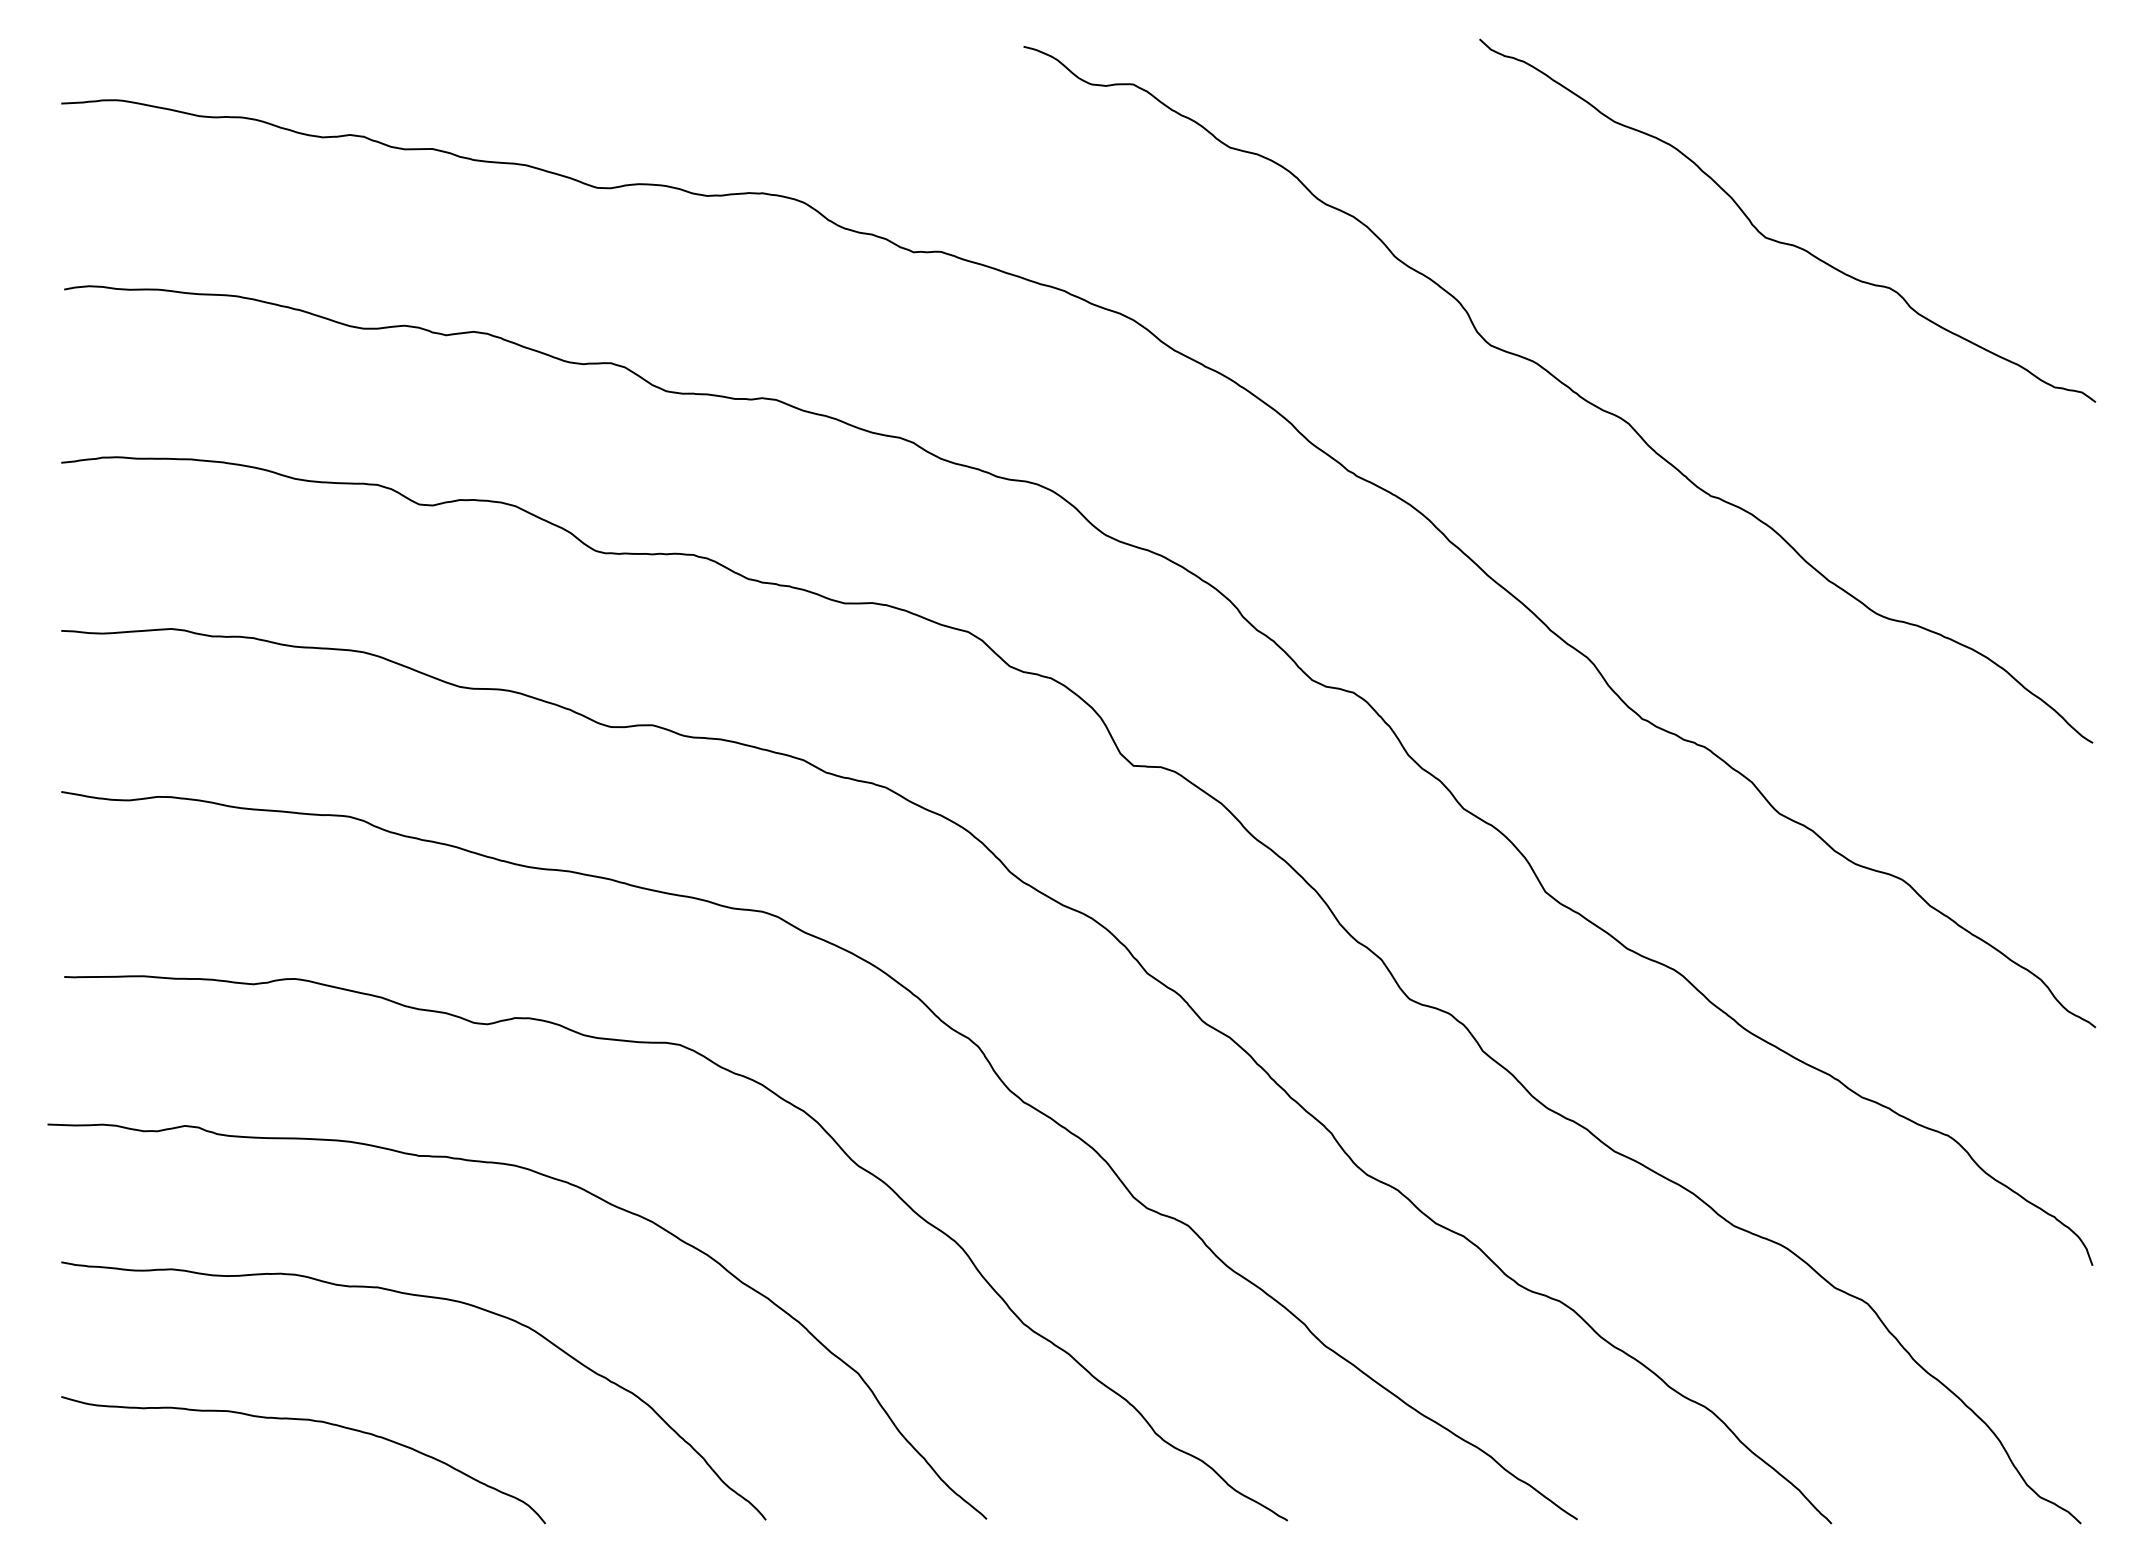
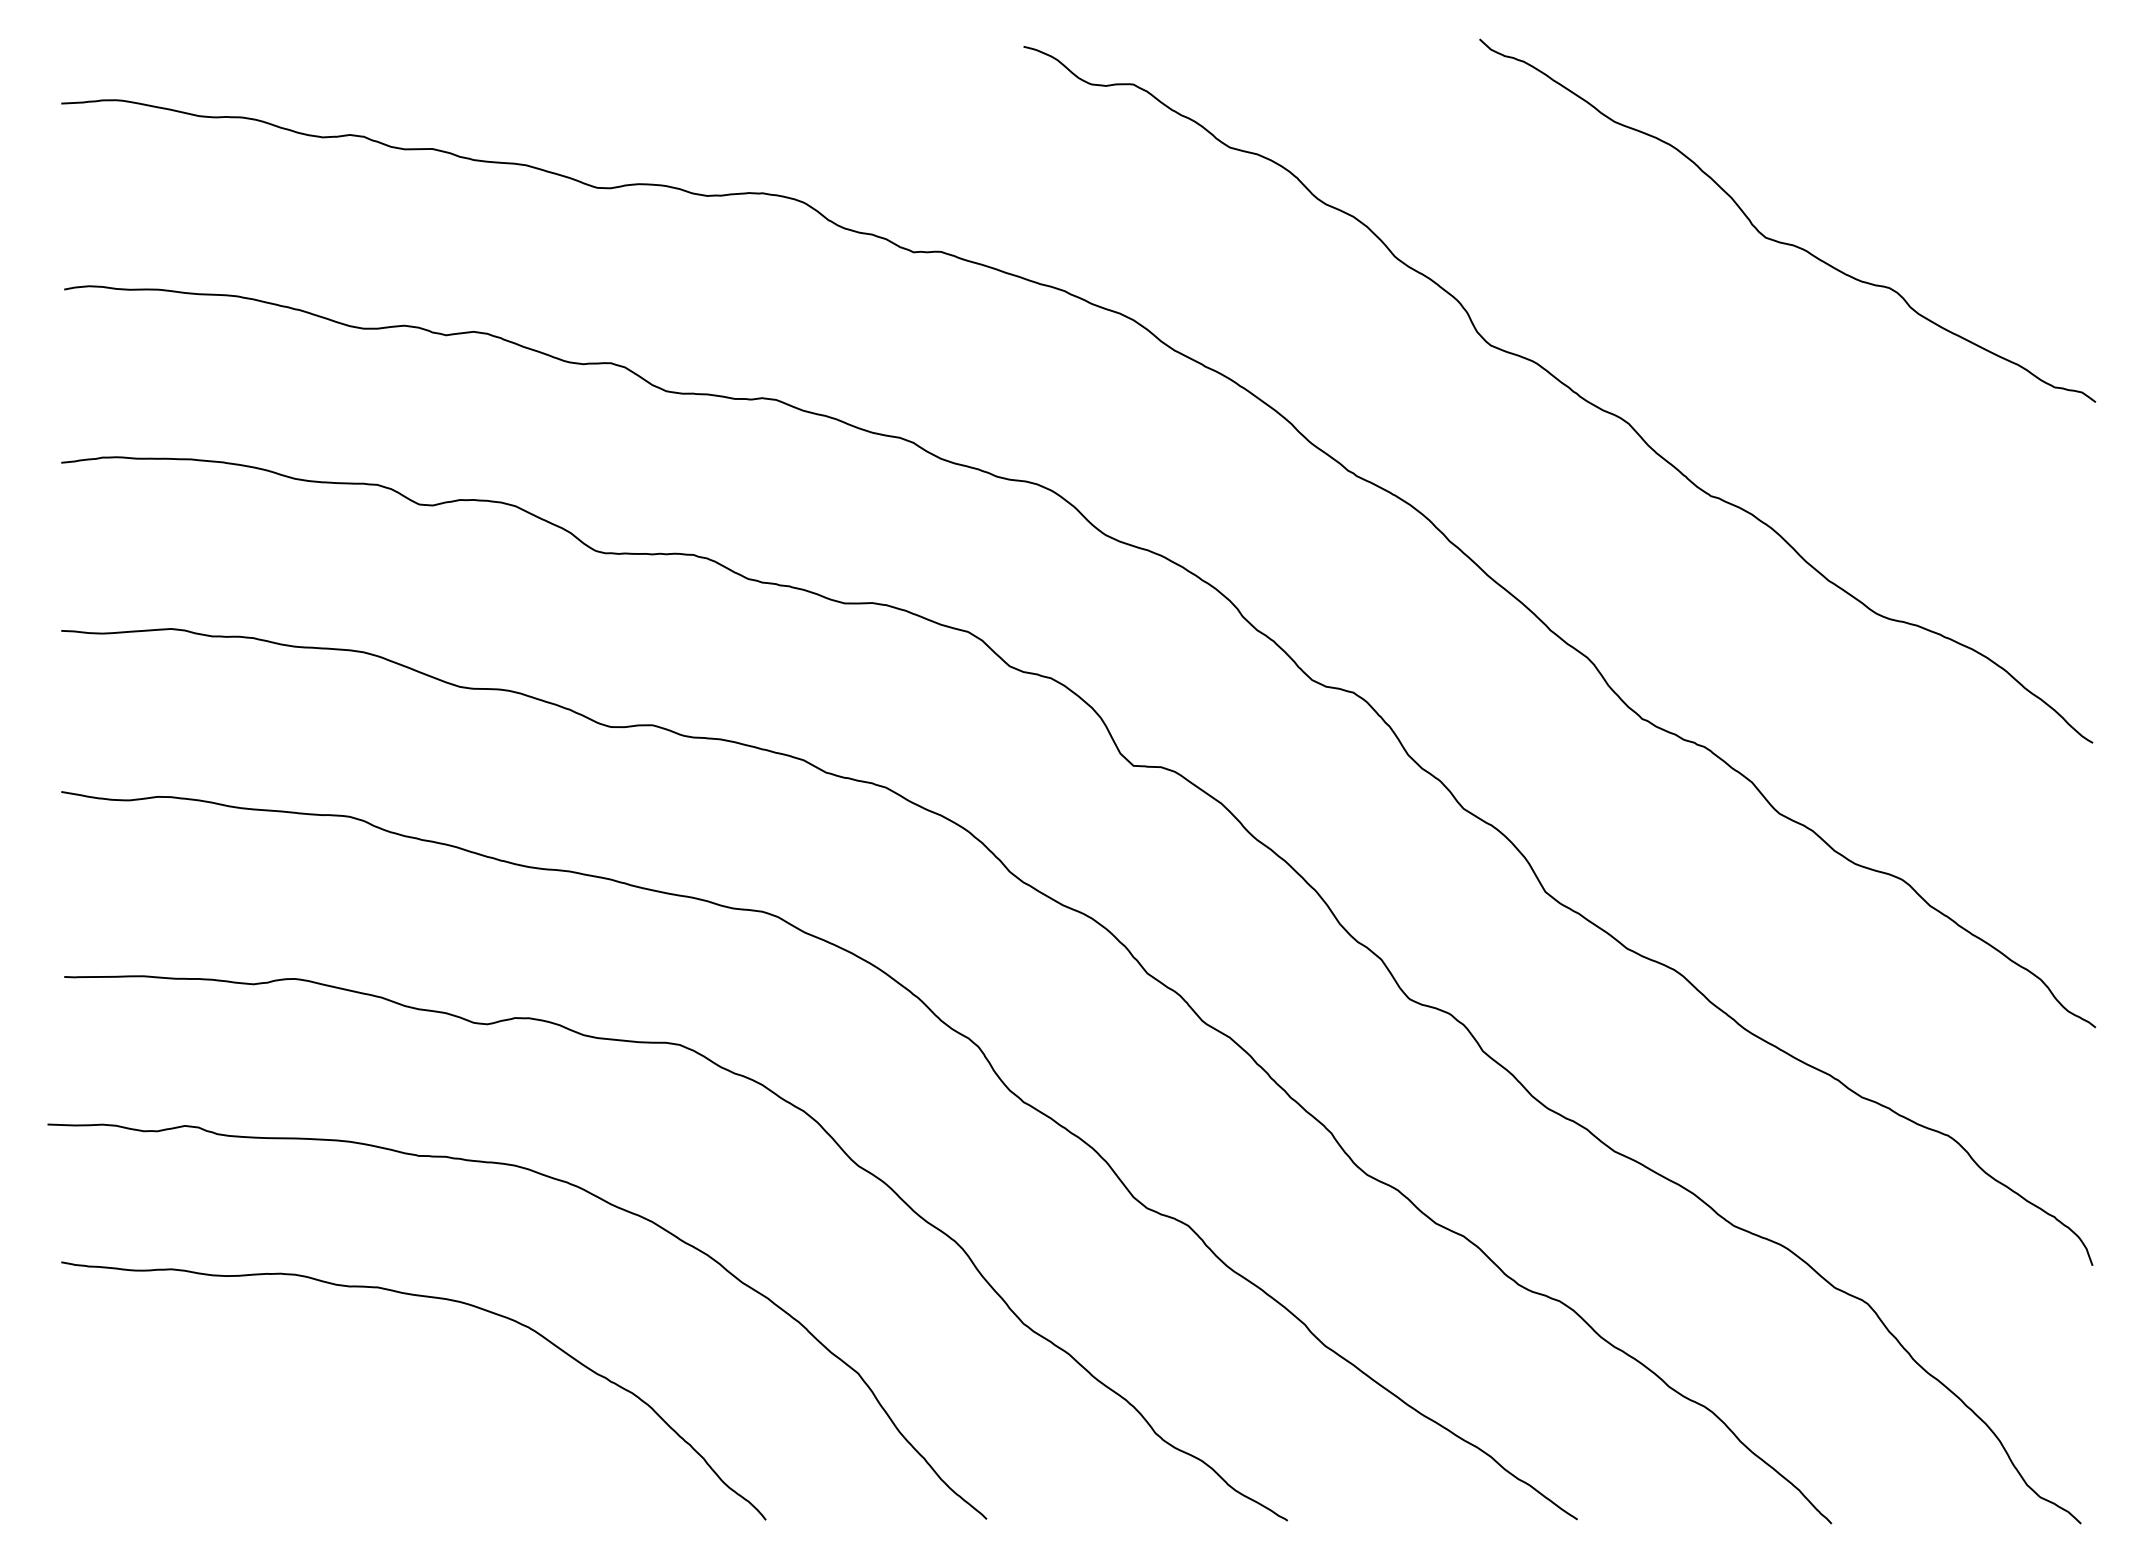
curve at (311, 1421): present -> none
